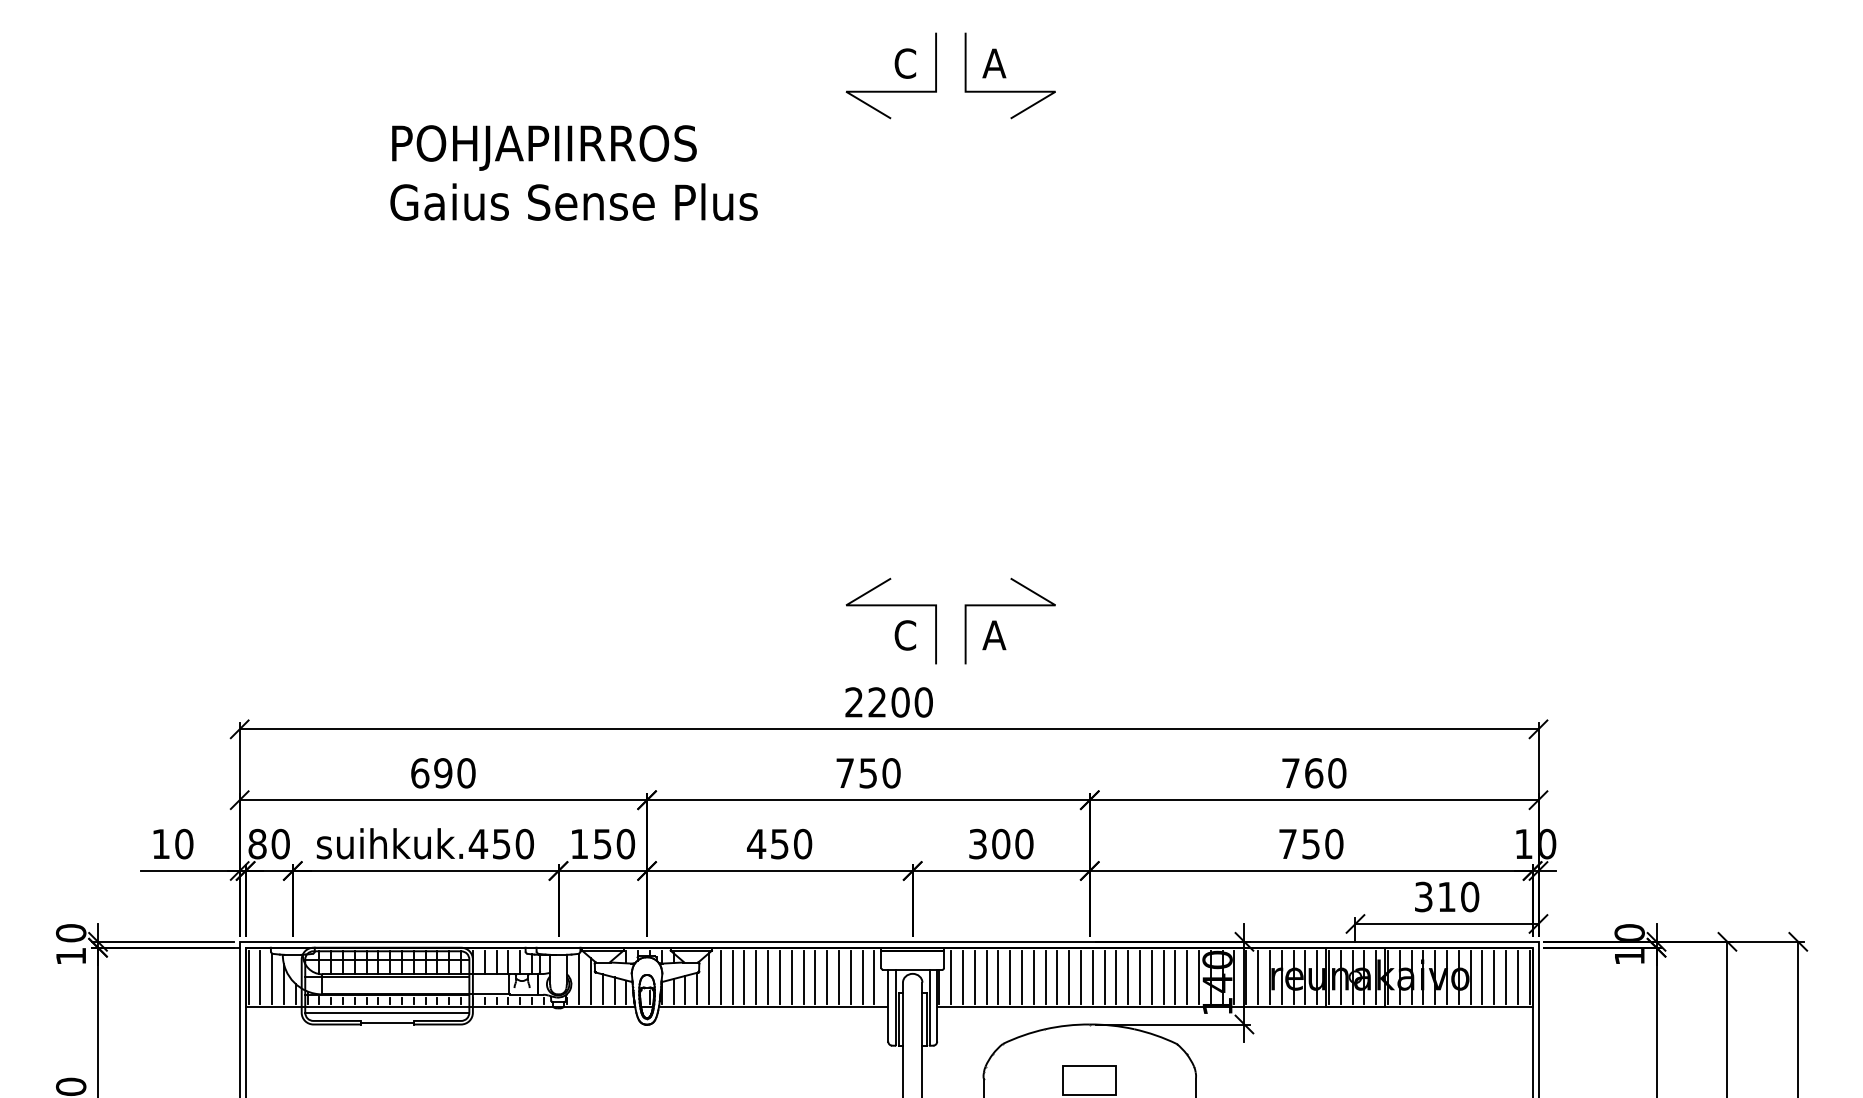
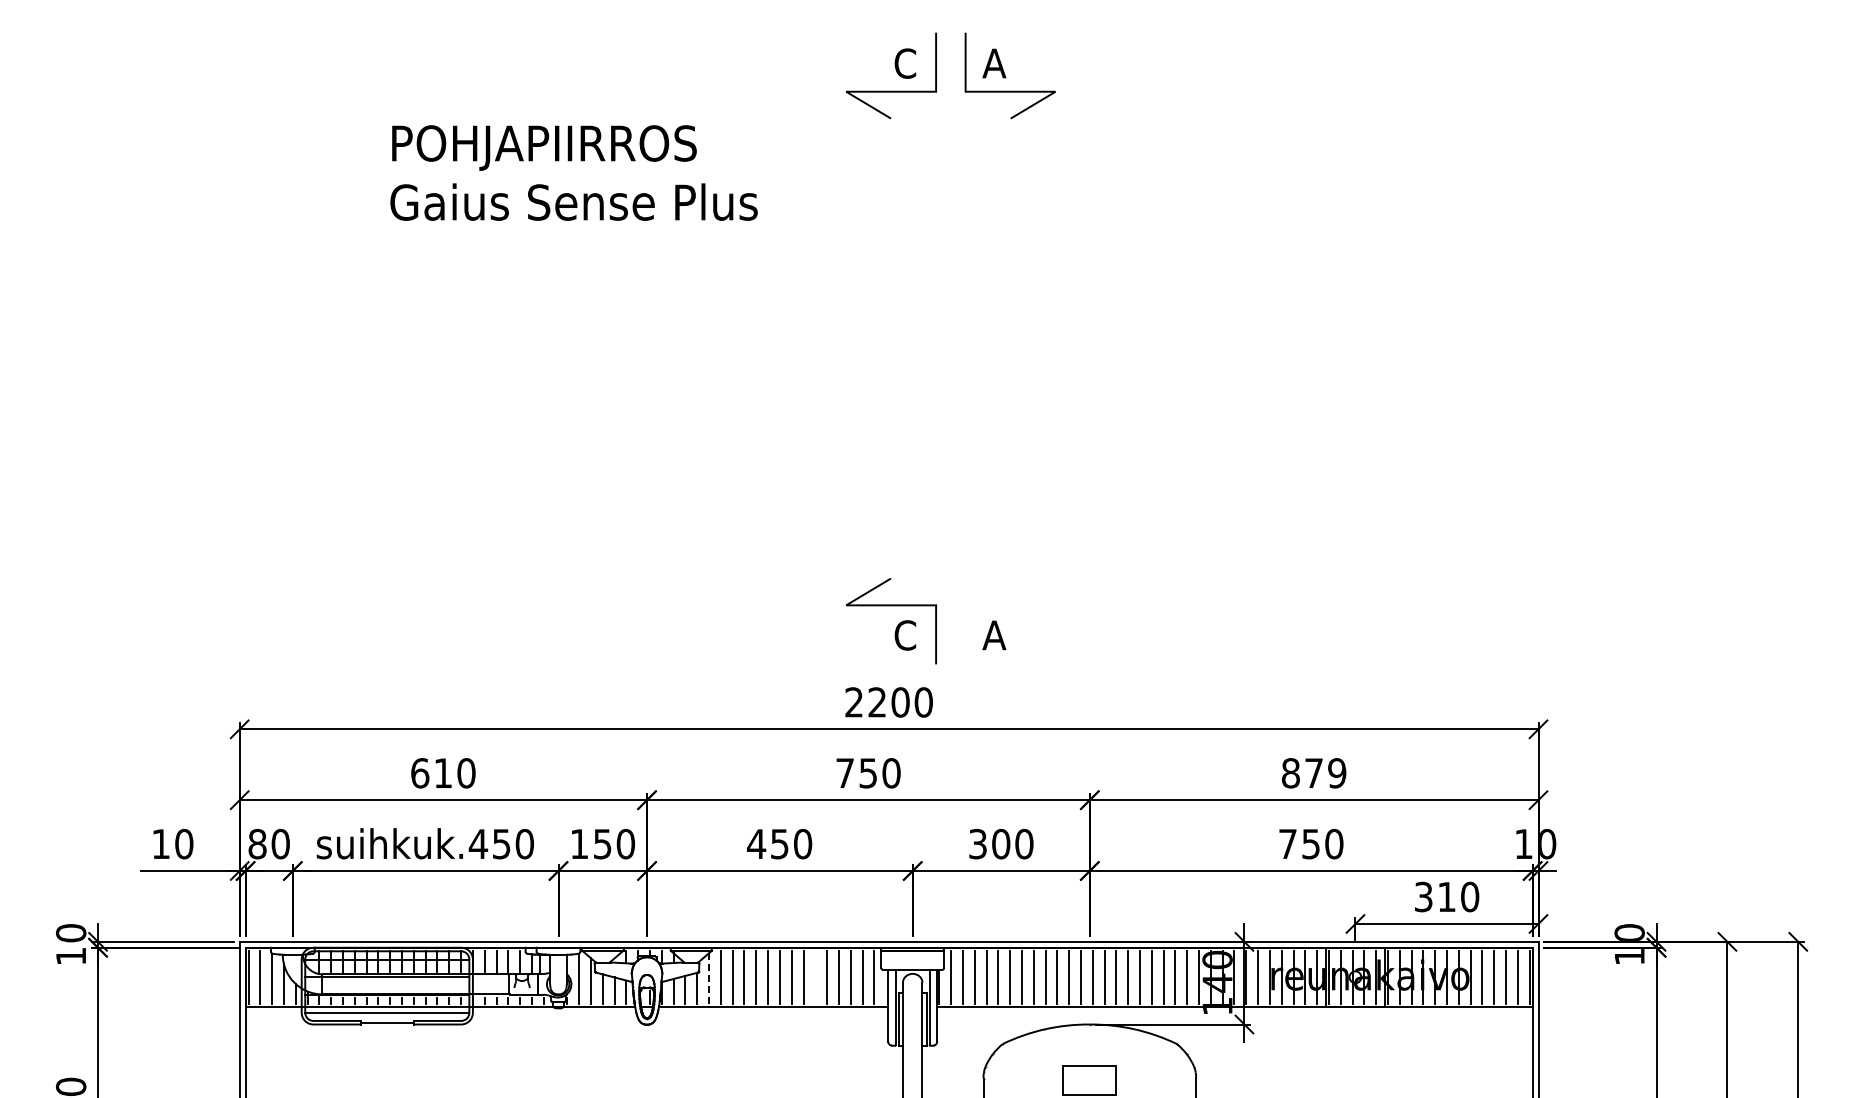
line at (1009, 606): present -> none
text at (443, 773): 690 -> 610
text at (1314, 773): 760 -> 879
line at (815, 977): present -> none
line at (709, 978): solid -> dashed
